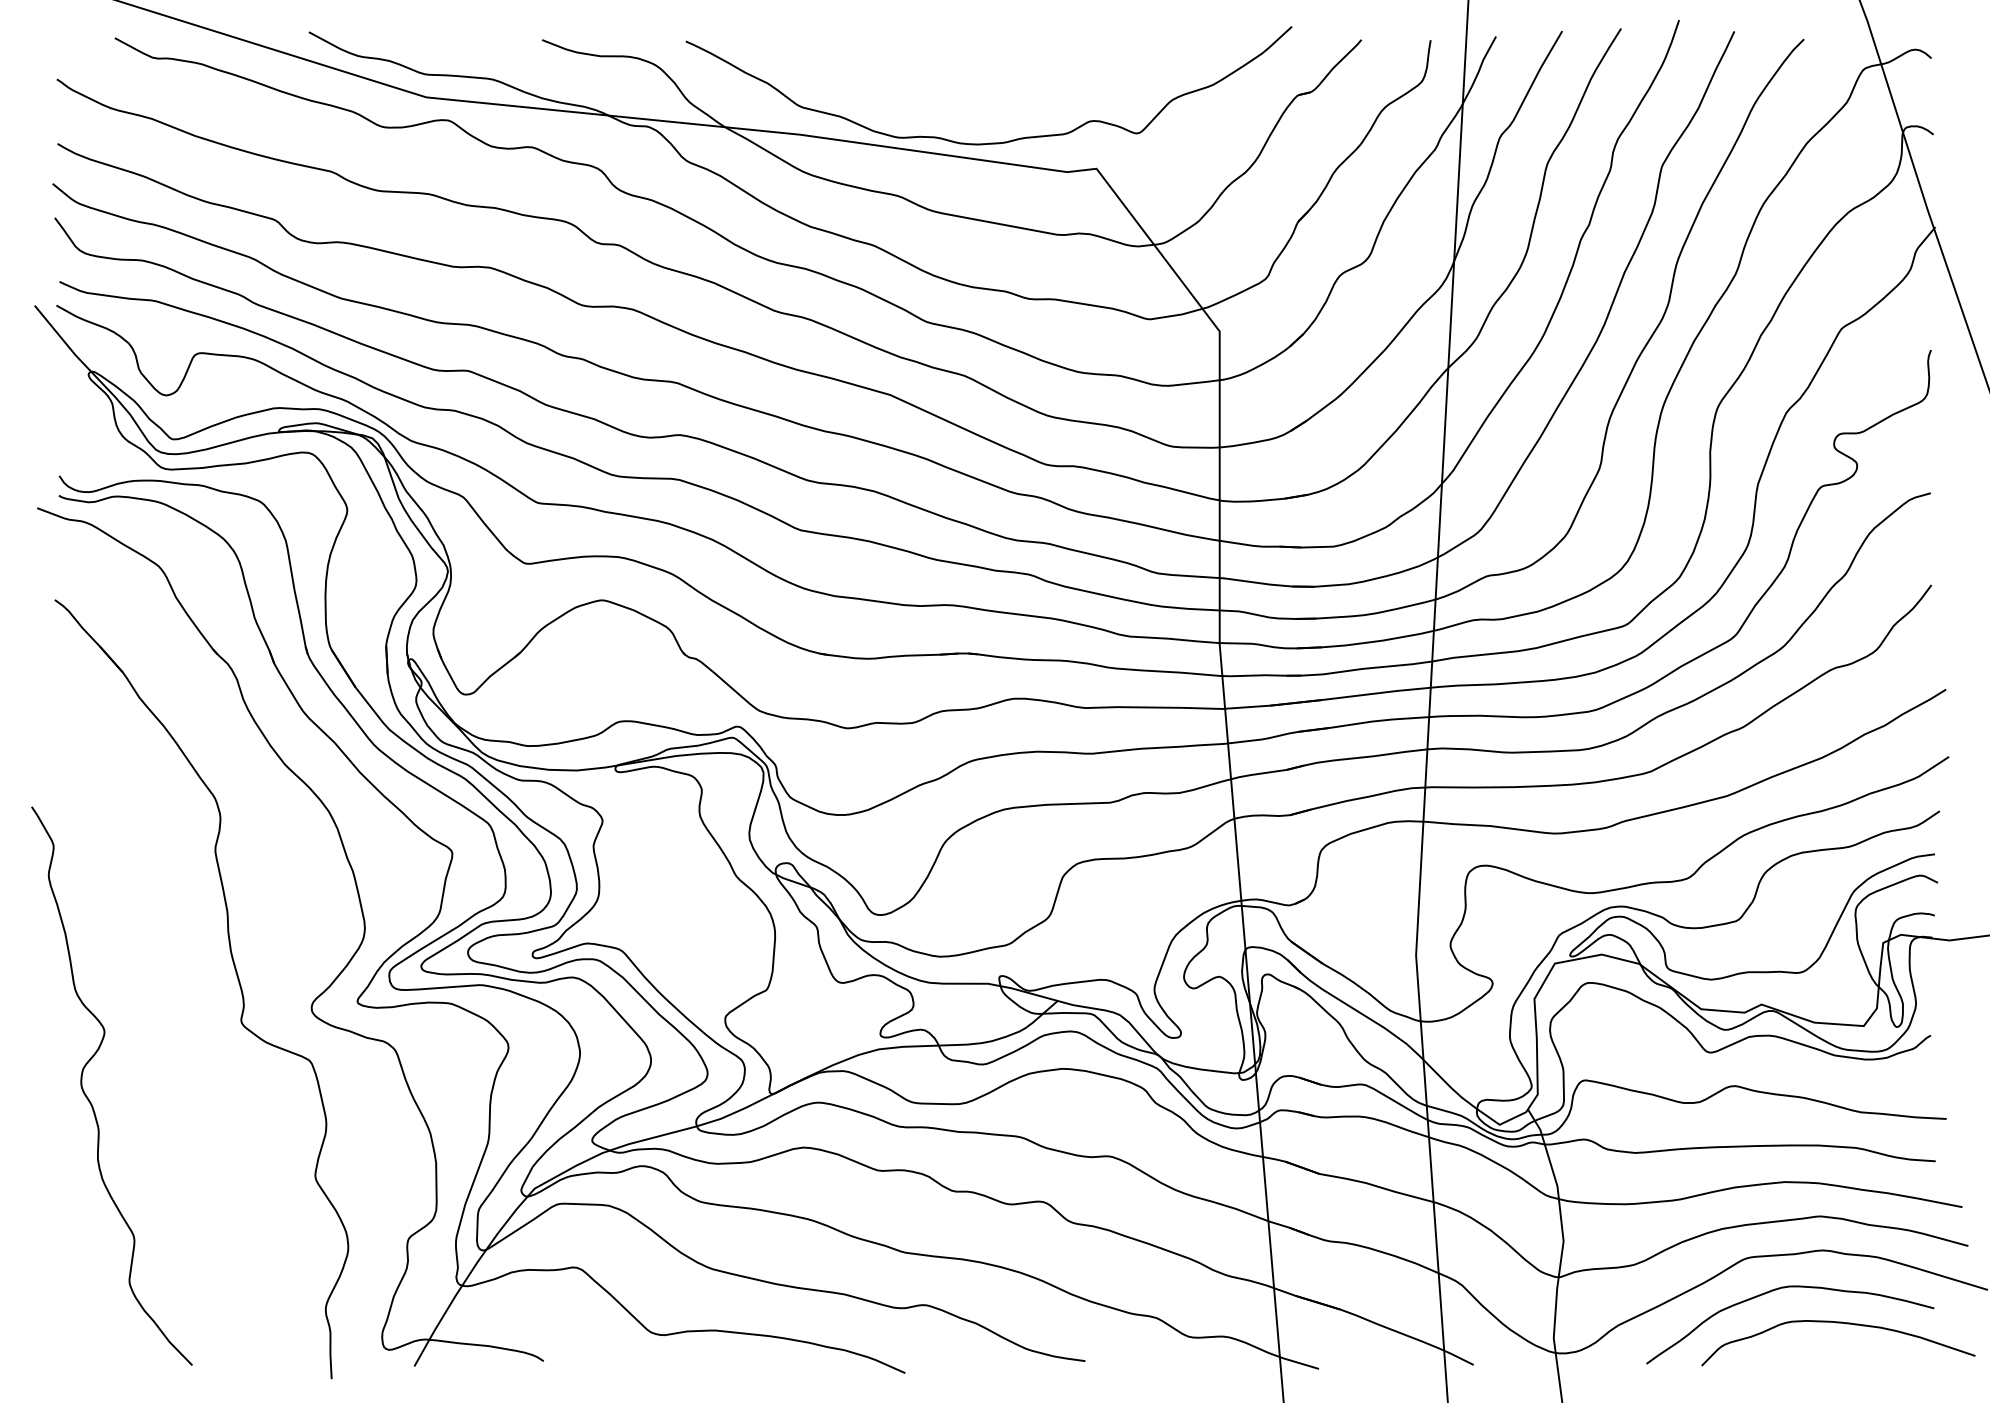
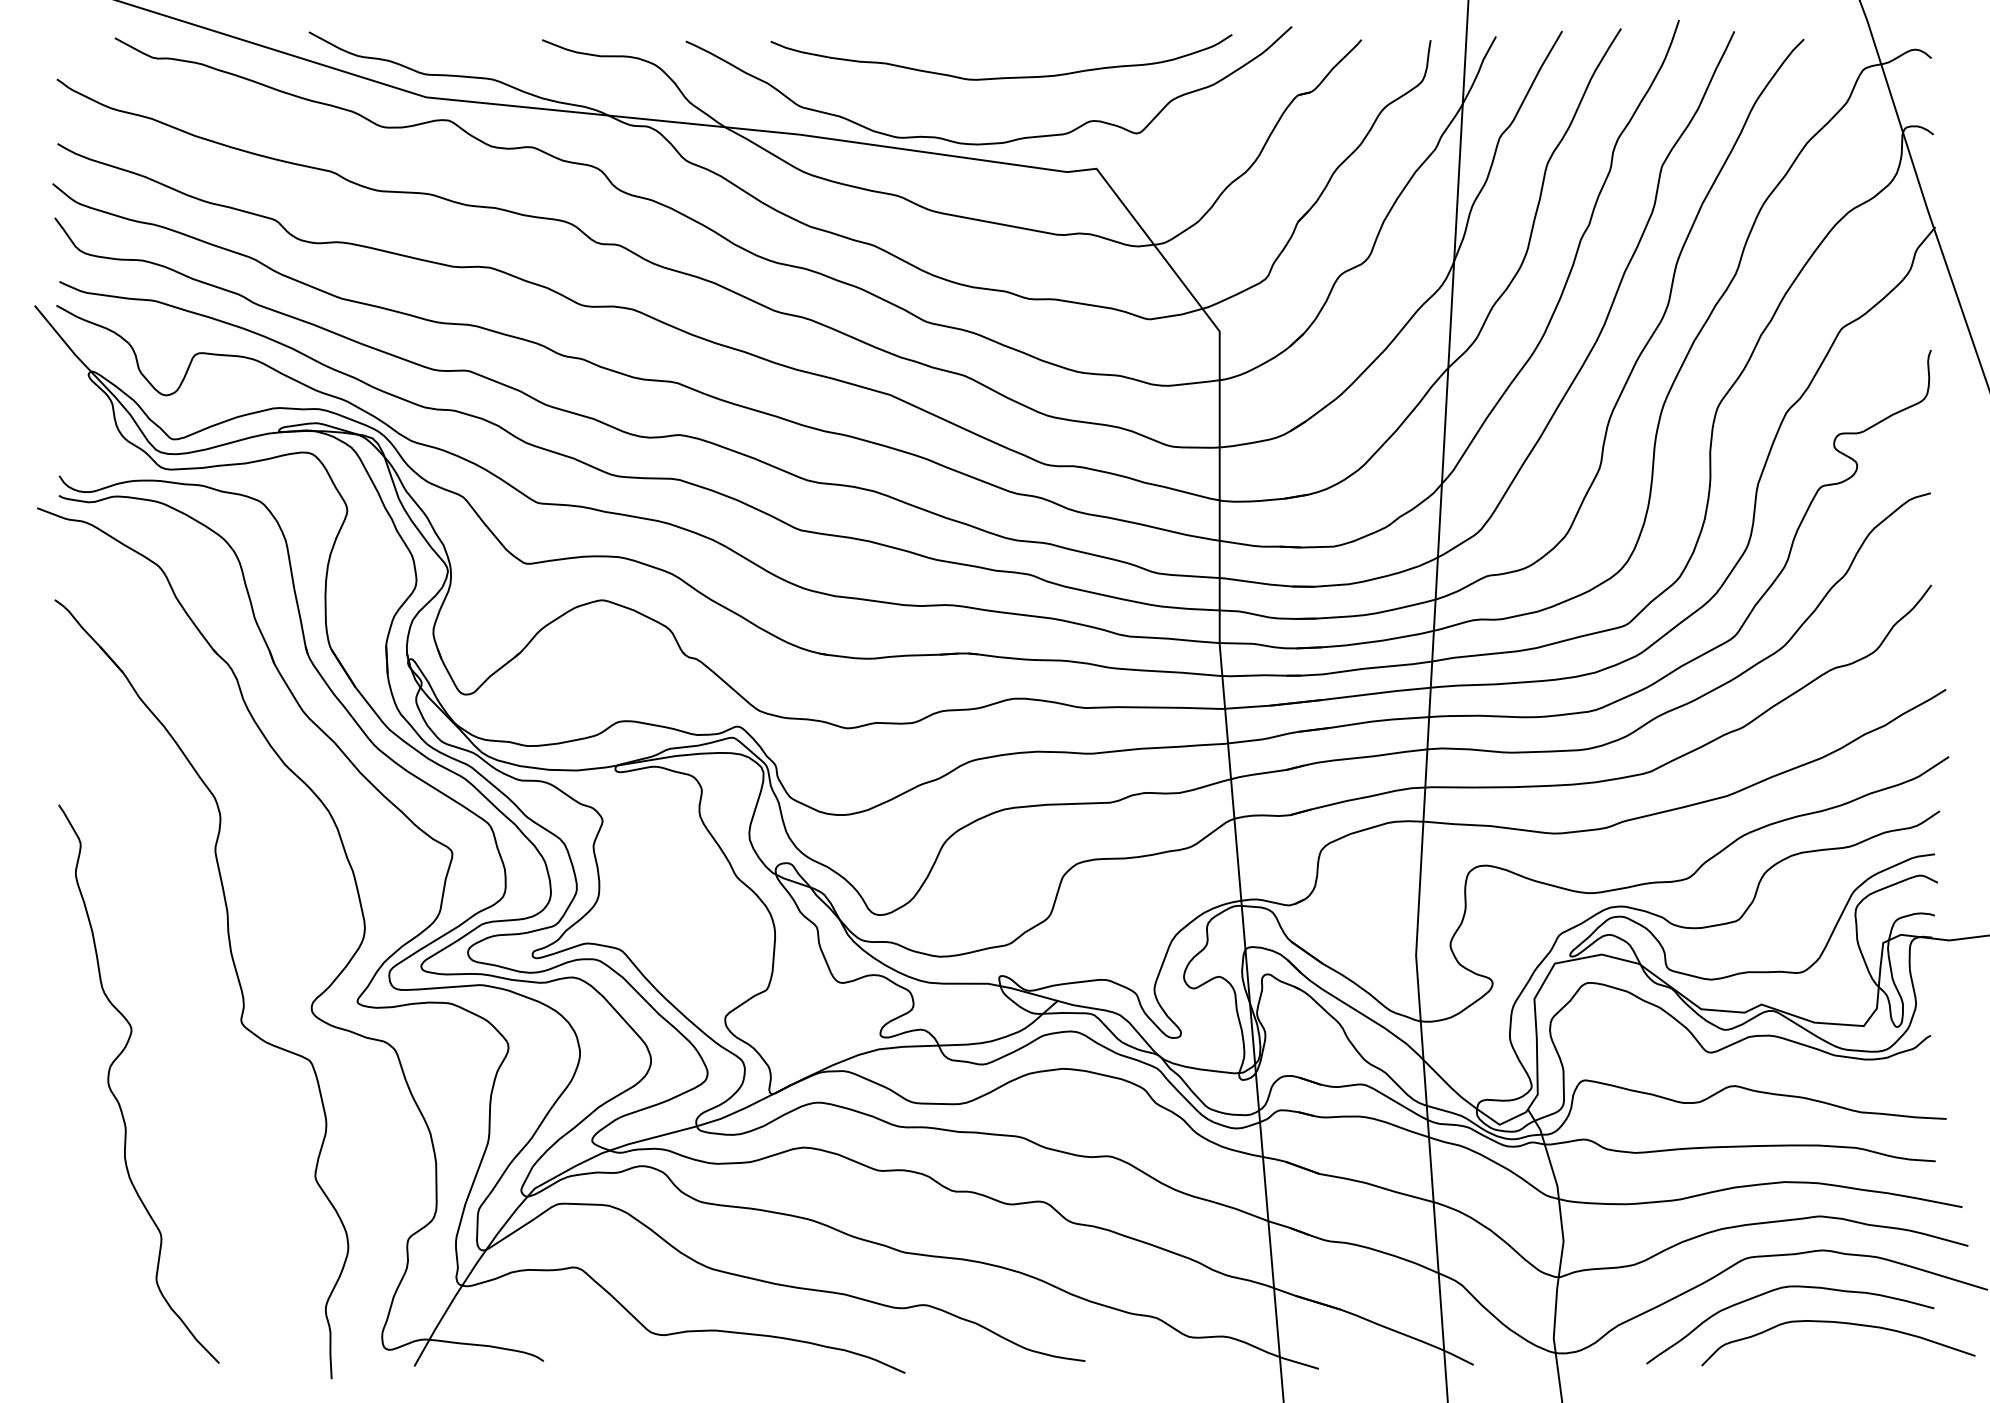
curve at (1001, 77): none -> present
curve at (90, 1100) position: (90, 1100) -> (117, 1098)
